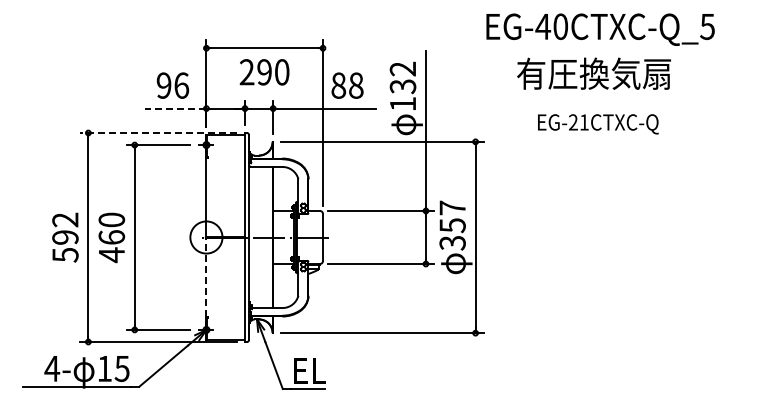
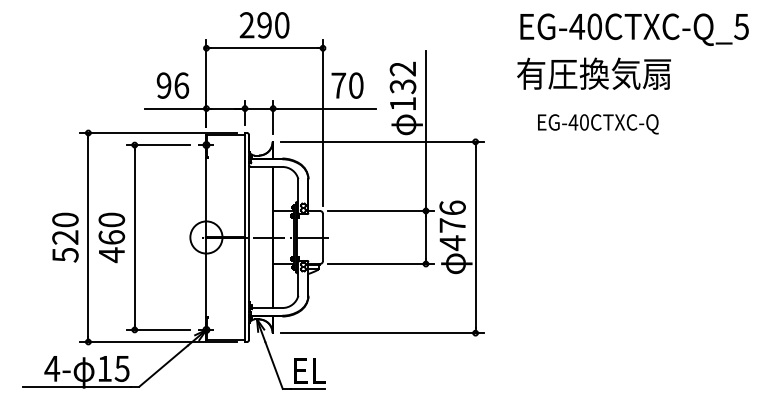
text at (600, 29) position: (600, 29) -> (634, 29)
text at (264, 72) position: (264, 72) -> (264, 25)
text at (347, 85): 88 -> 70
line at (175, 108): dashed -> solid
text at (578, 122): EG-21CTXC-Q -> EG-40CTXC-Q
line at (158, 133): dashed -> solid
text at (452, 225): 357 -> 476
text at (65, 228): 592 -> 520
line at (206, 277): dashed -> solid
